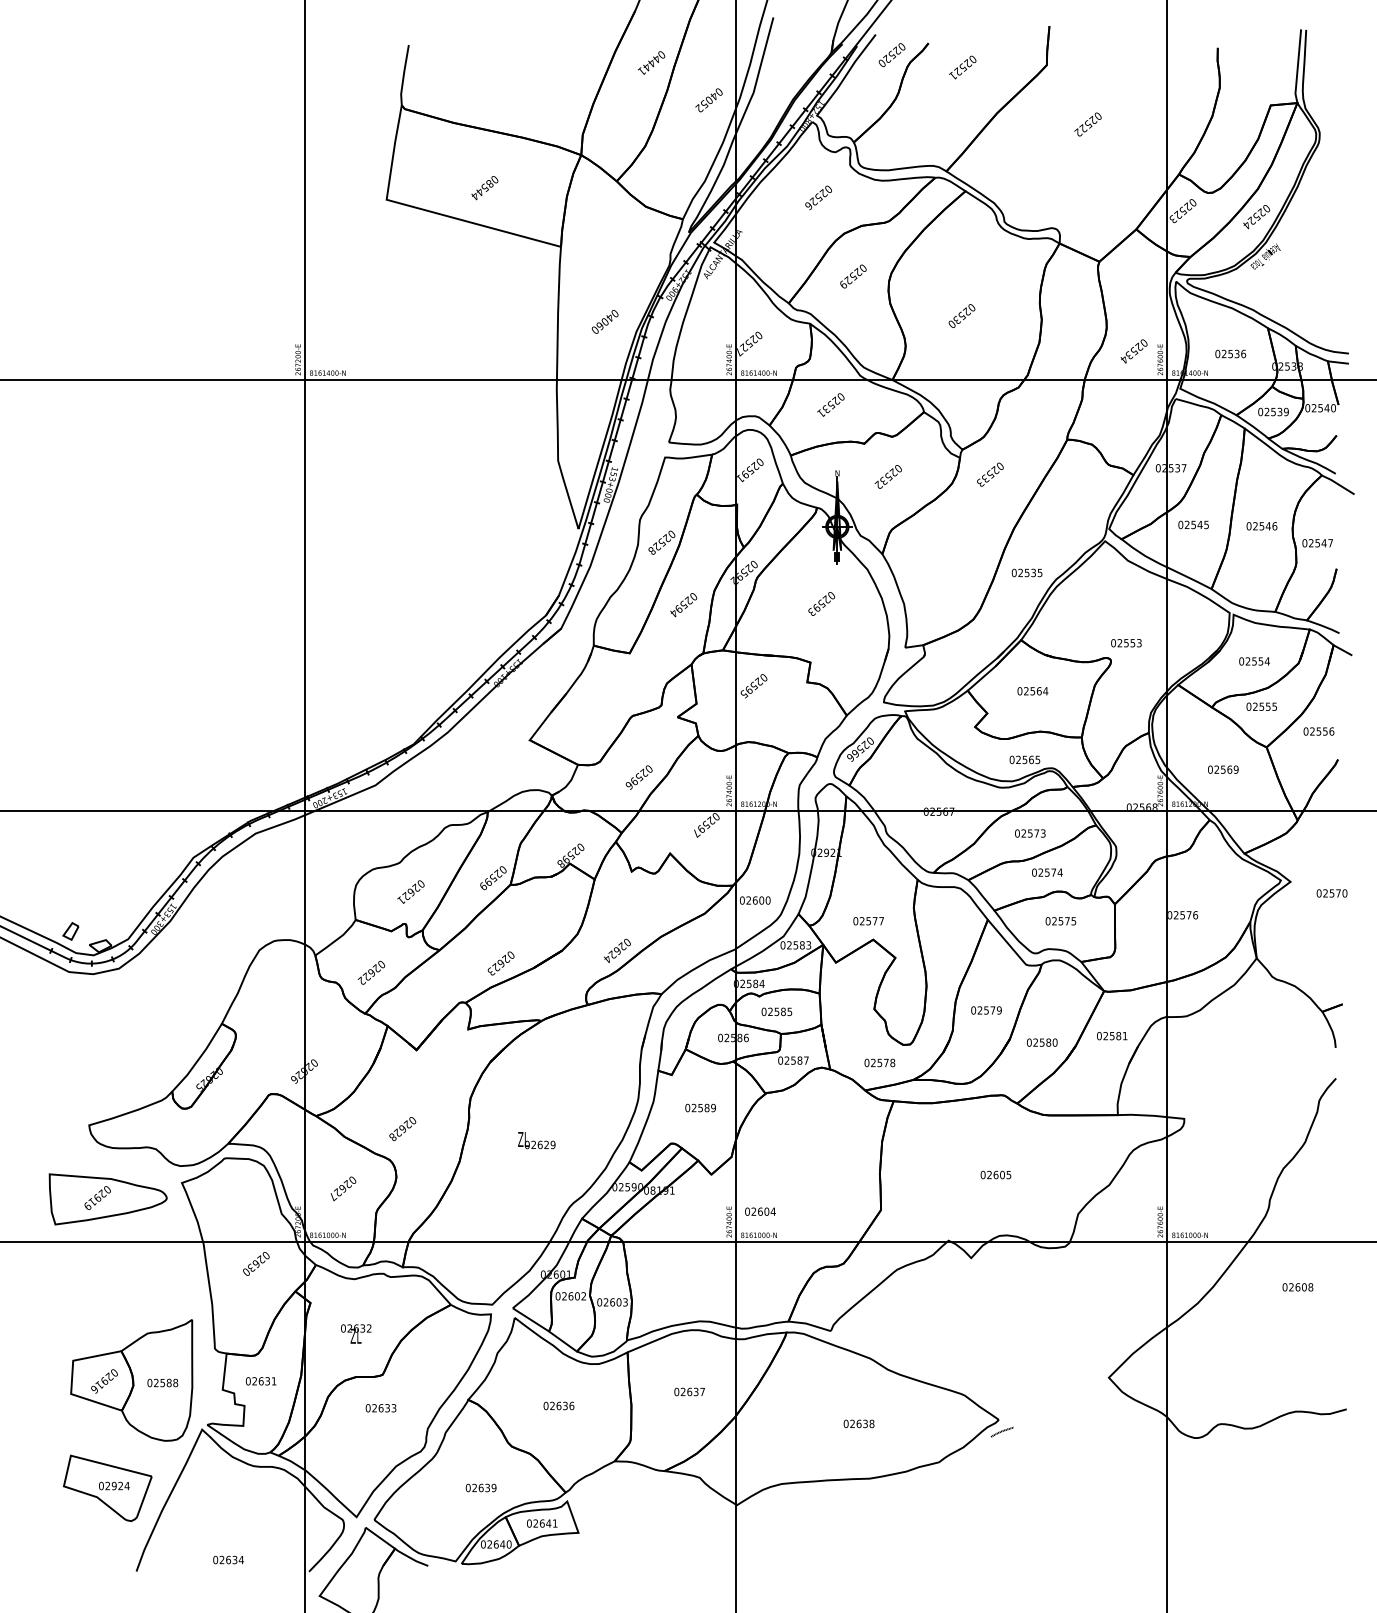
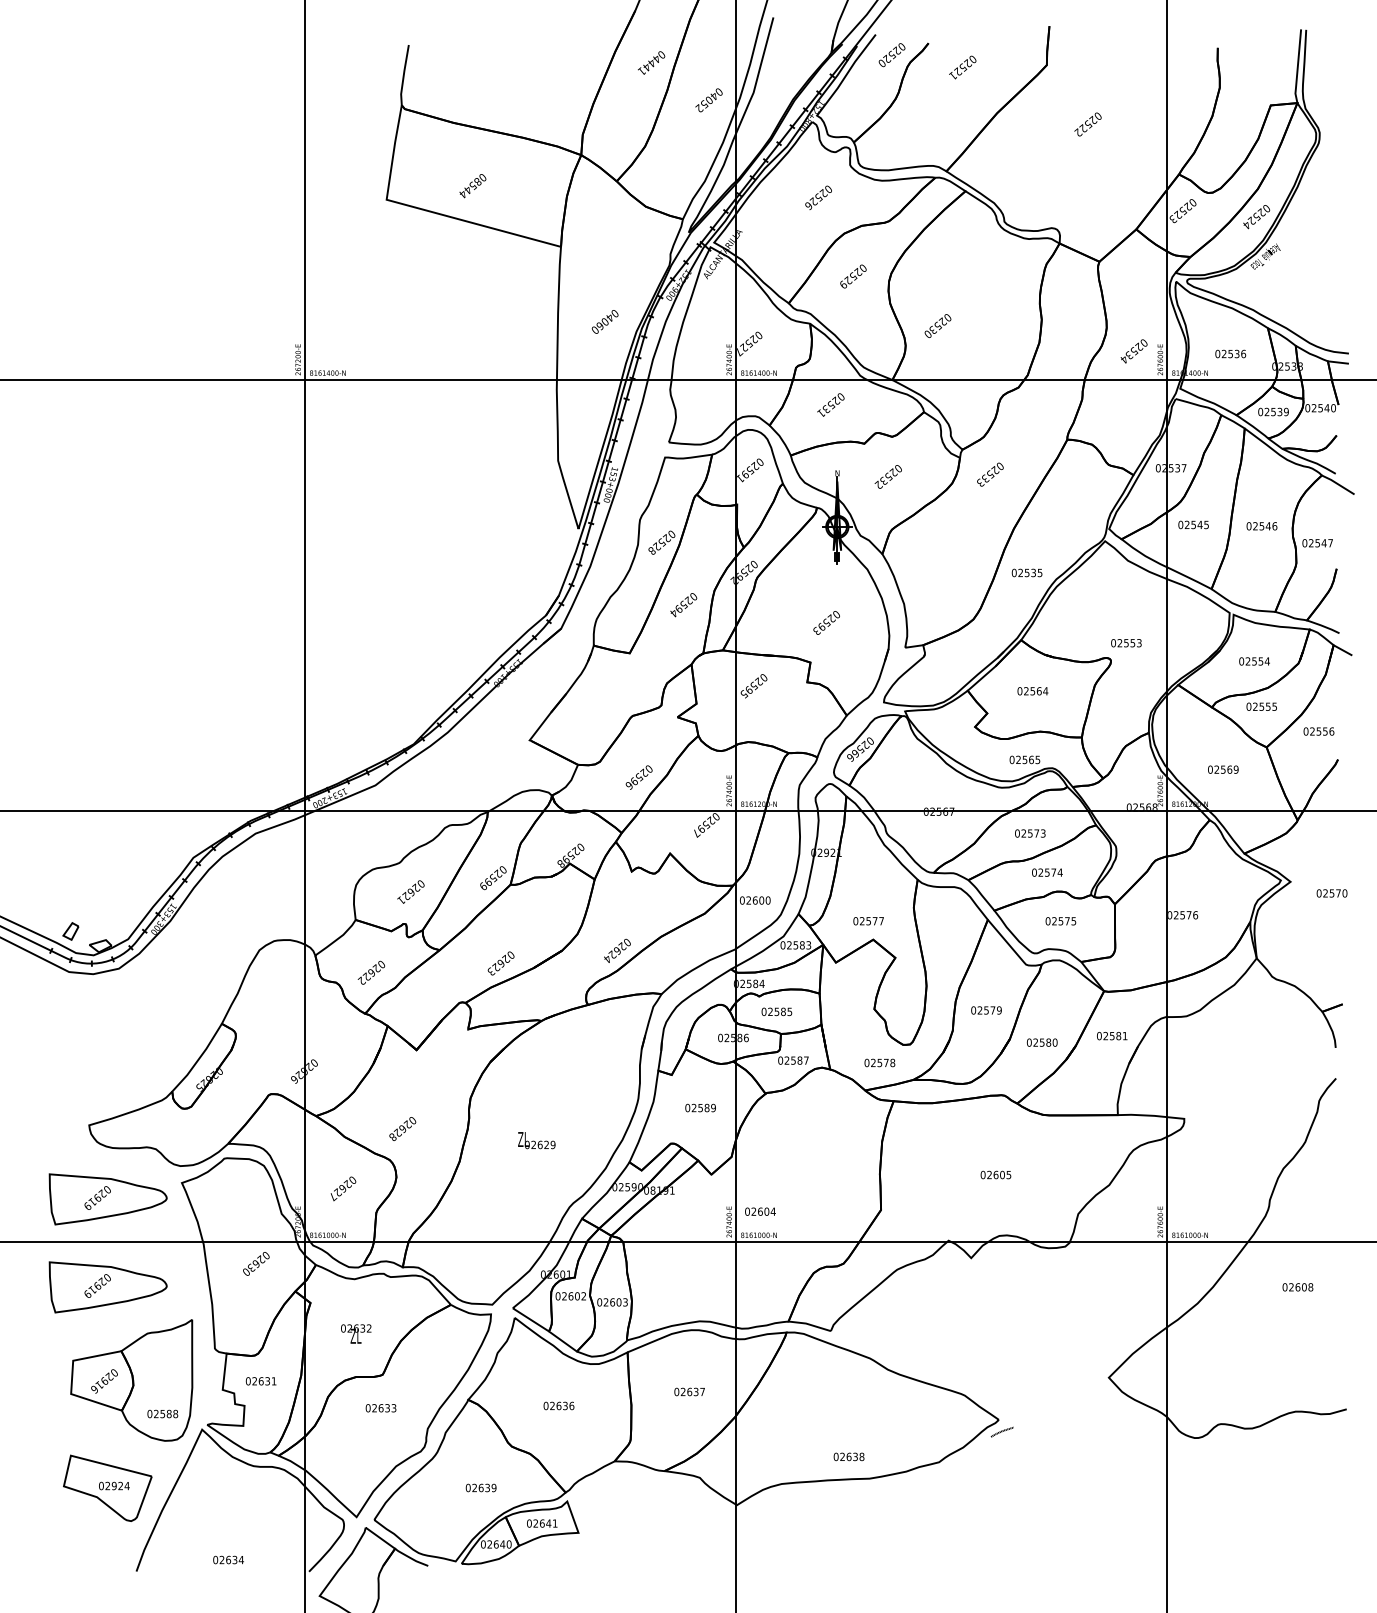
text at (484, 188) position: (484, 188) -> (472, 186)
text at (961, 315) position: (961, 315) -> (937, 325)
text at (821, 603) position: (821, 603) -> (826, 622)
part at (107, 1287): none -> present
text at (162, 1382) position: (162, 1382) -> (162, 1413)
text at (858, 1423) position: (858, 1423) -> (848, 1456)
